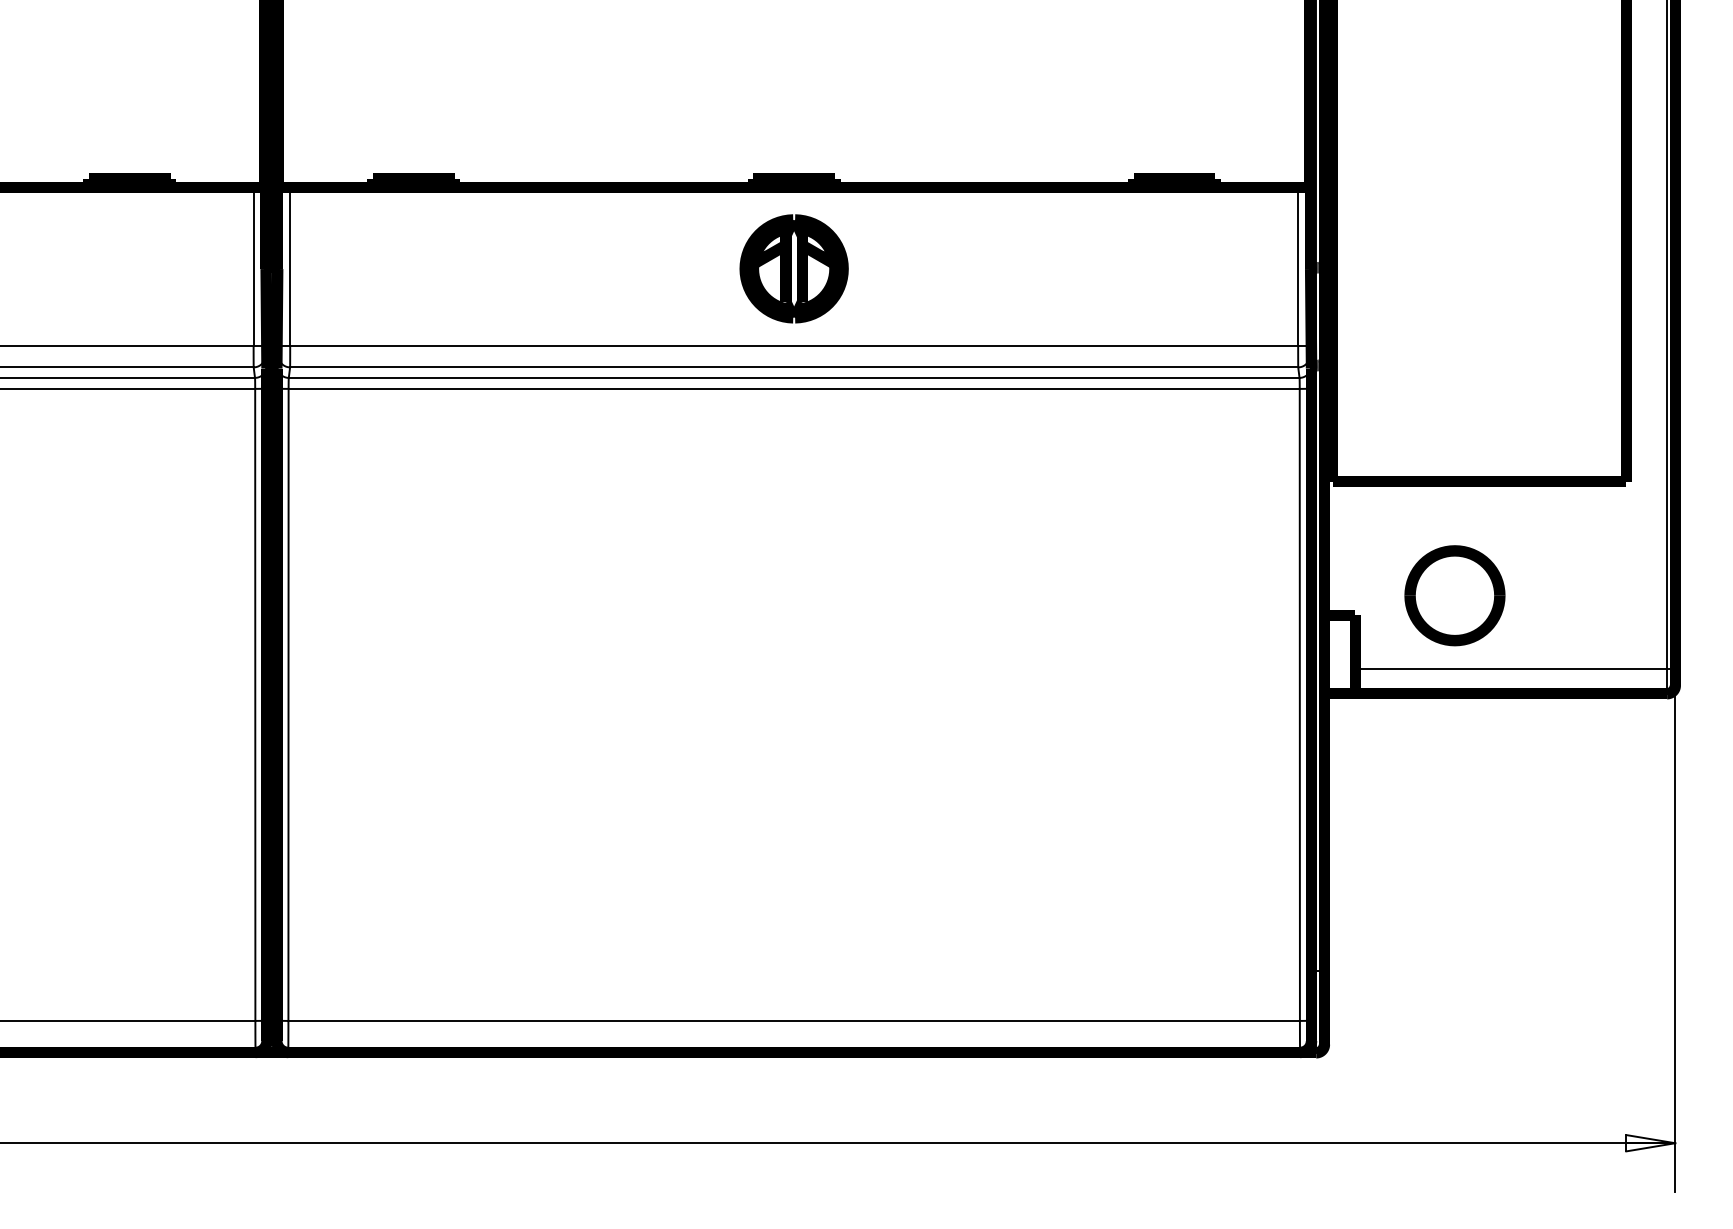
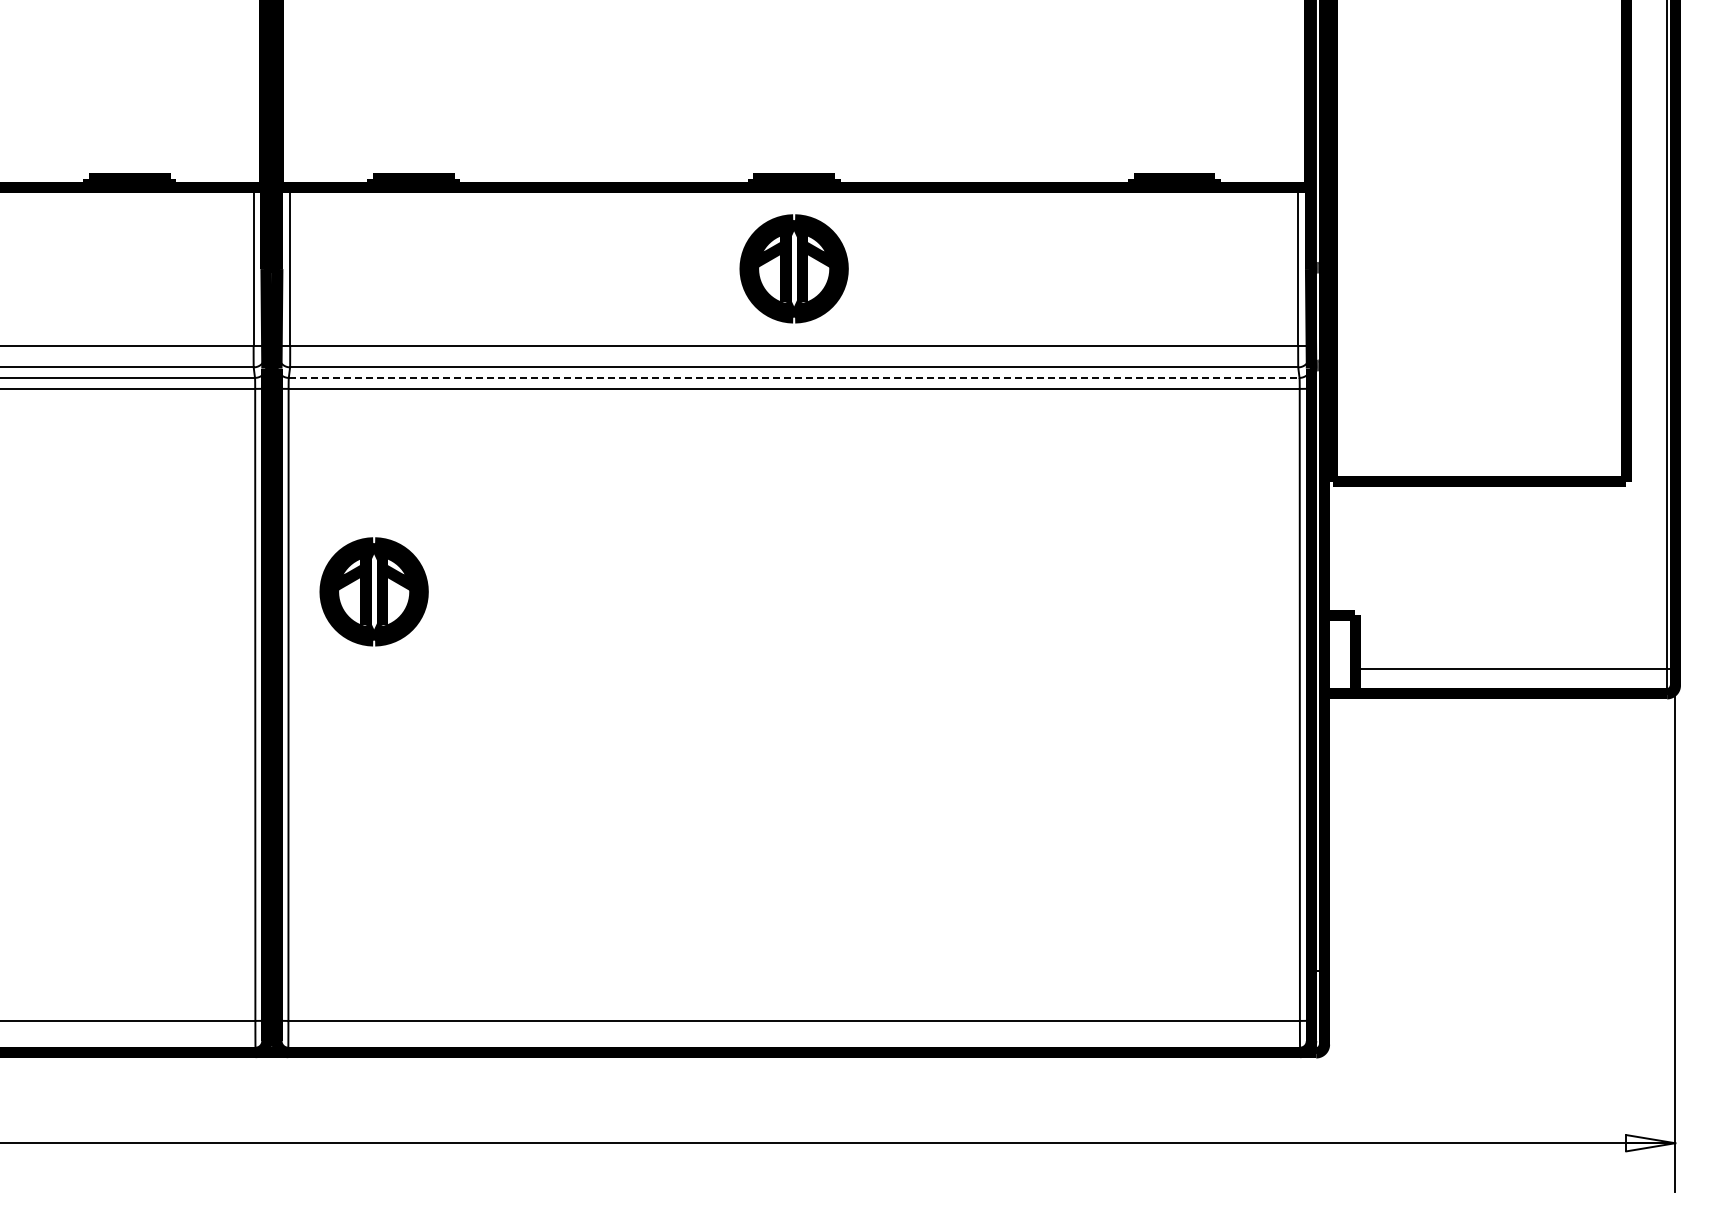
line at (794, 377): solid -> dashed
part at (373, 591): none -> present
part at (1454, 595): present -> none
